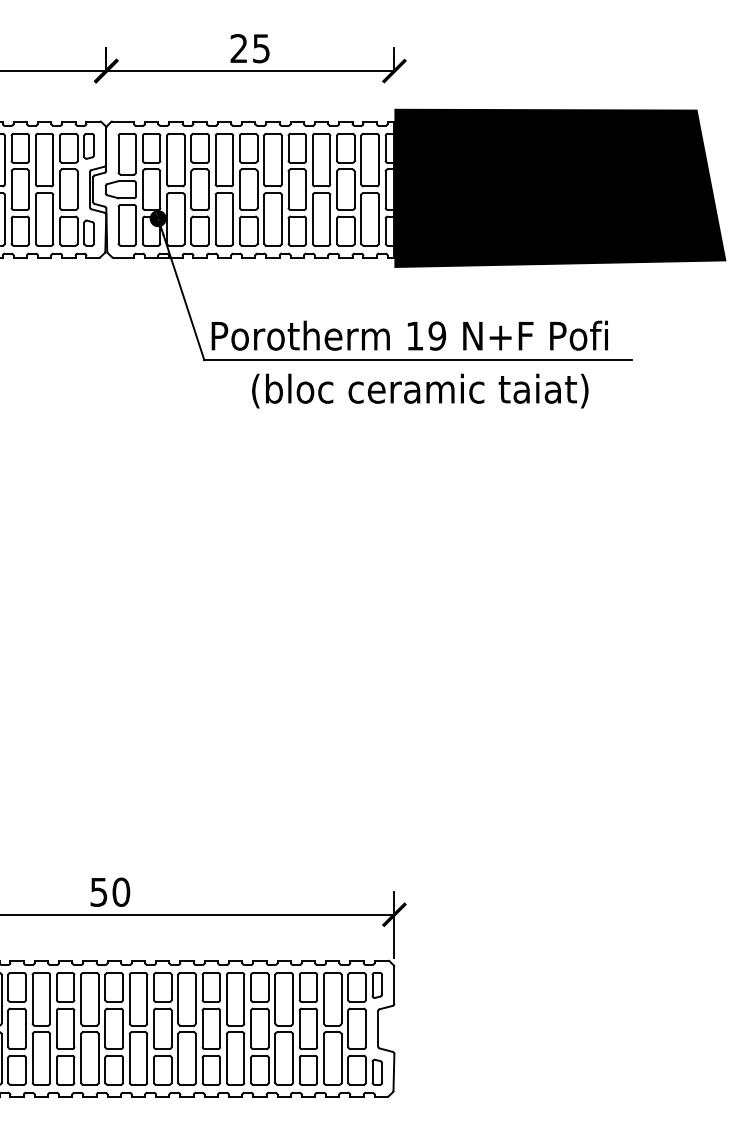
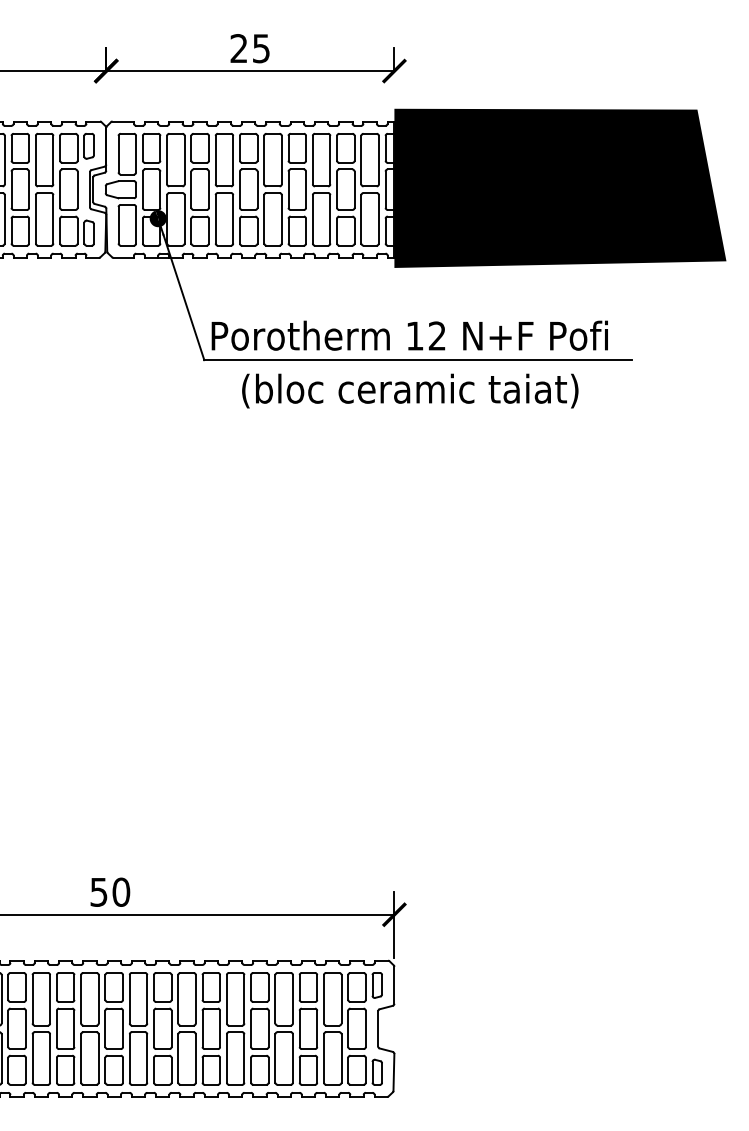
text at (437, 335): 19 -> 12
text at (420, 390) position: (420, 390) -> (410, 390)
